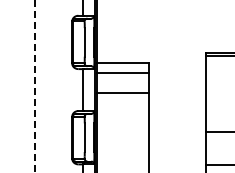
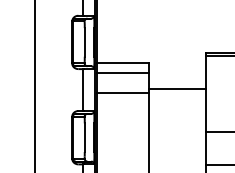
line at (35, 86): dashed -> solid
line at (176, 88): none -> present
